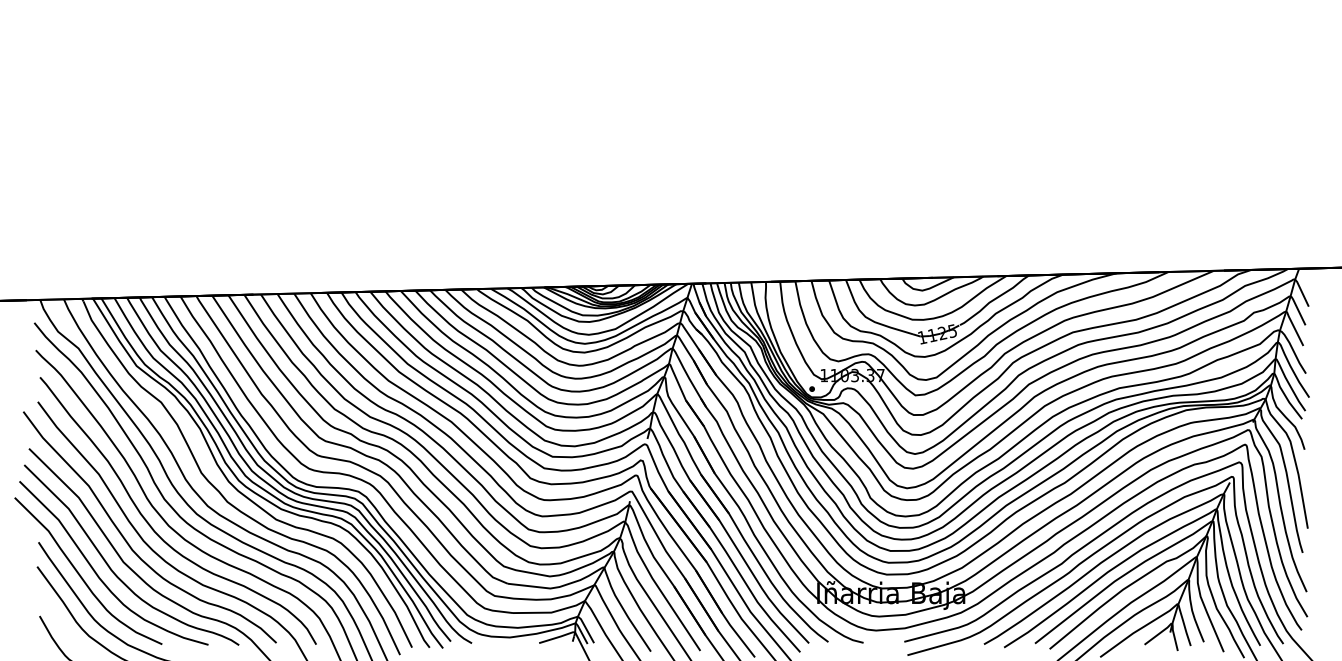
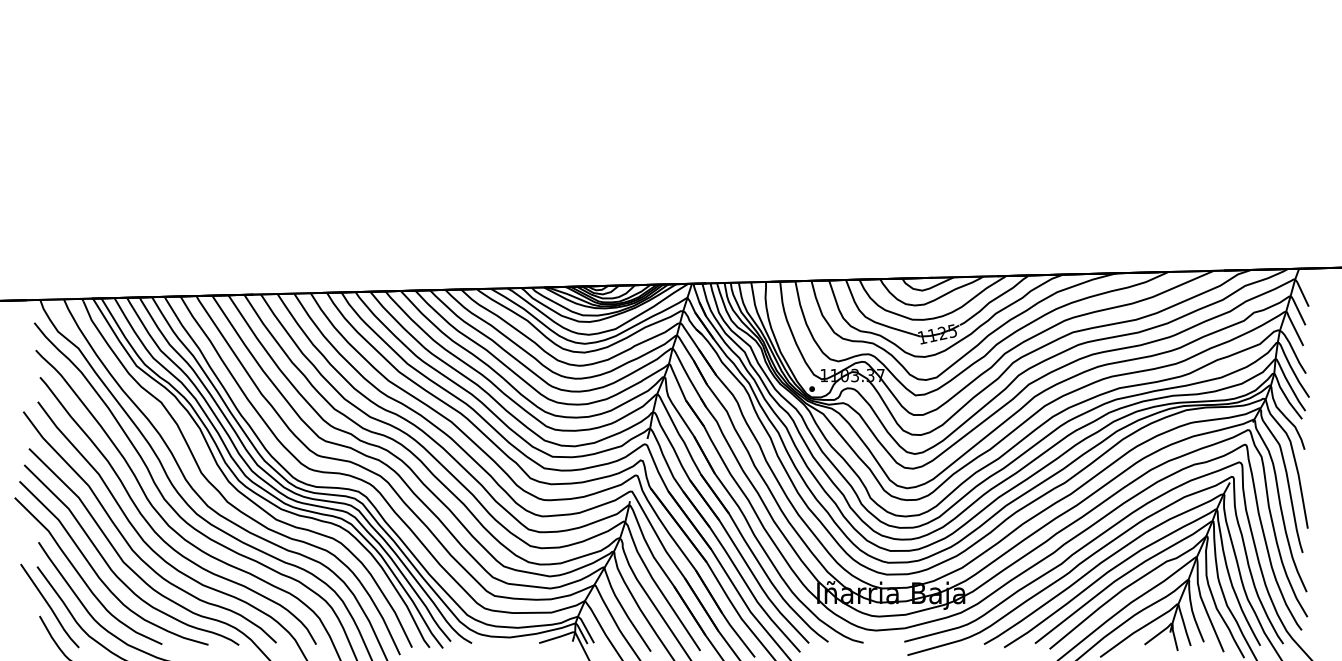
line at (49, 605): none -> present
